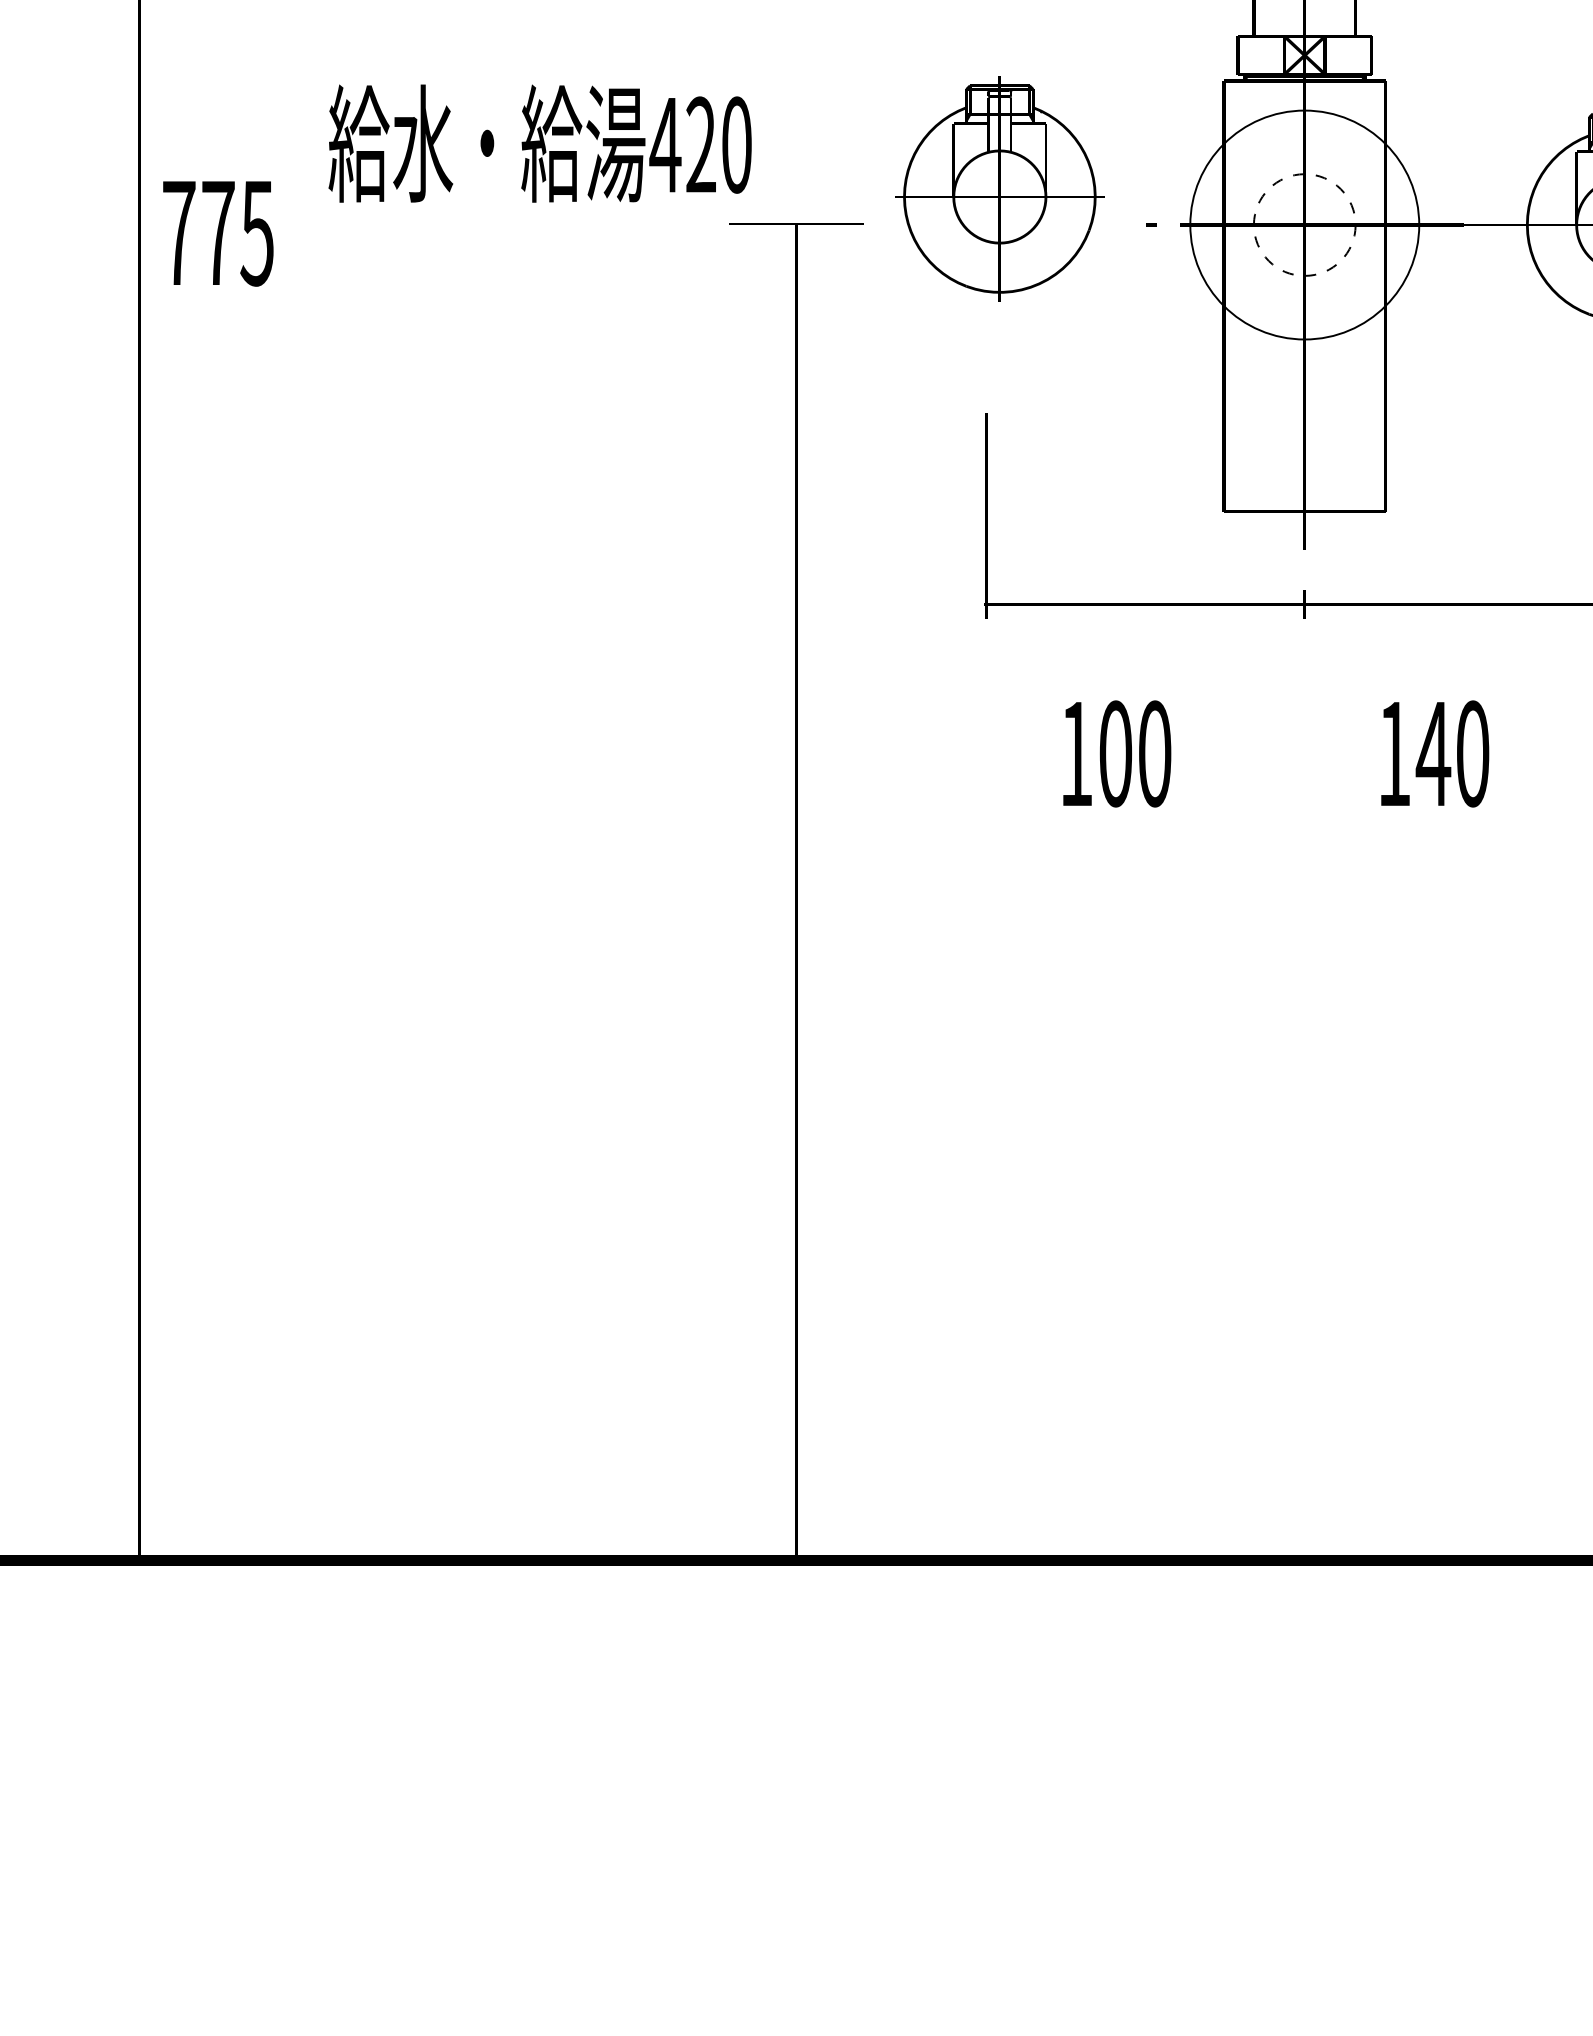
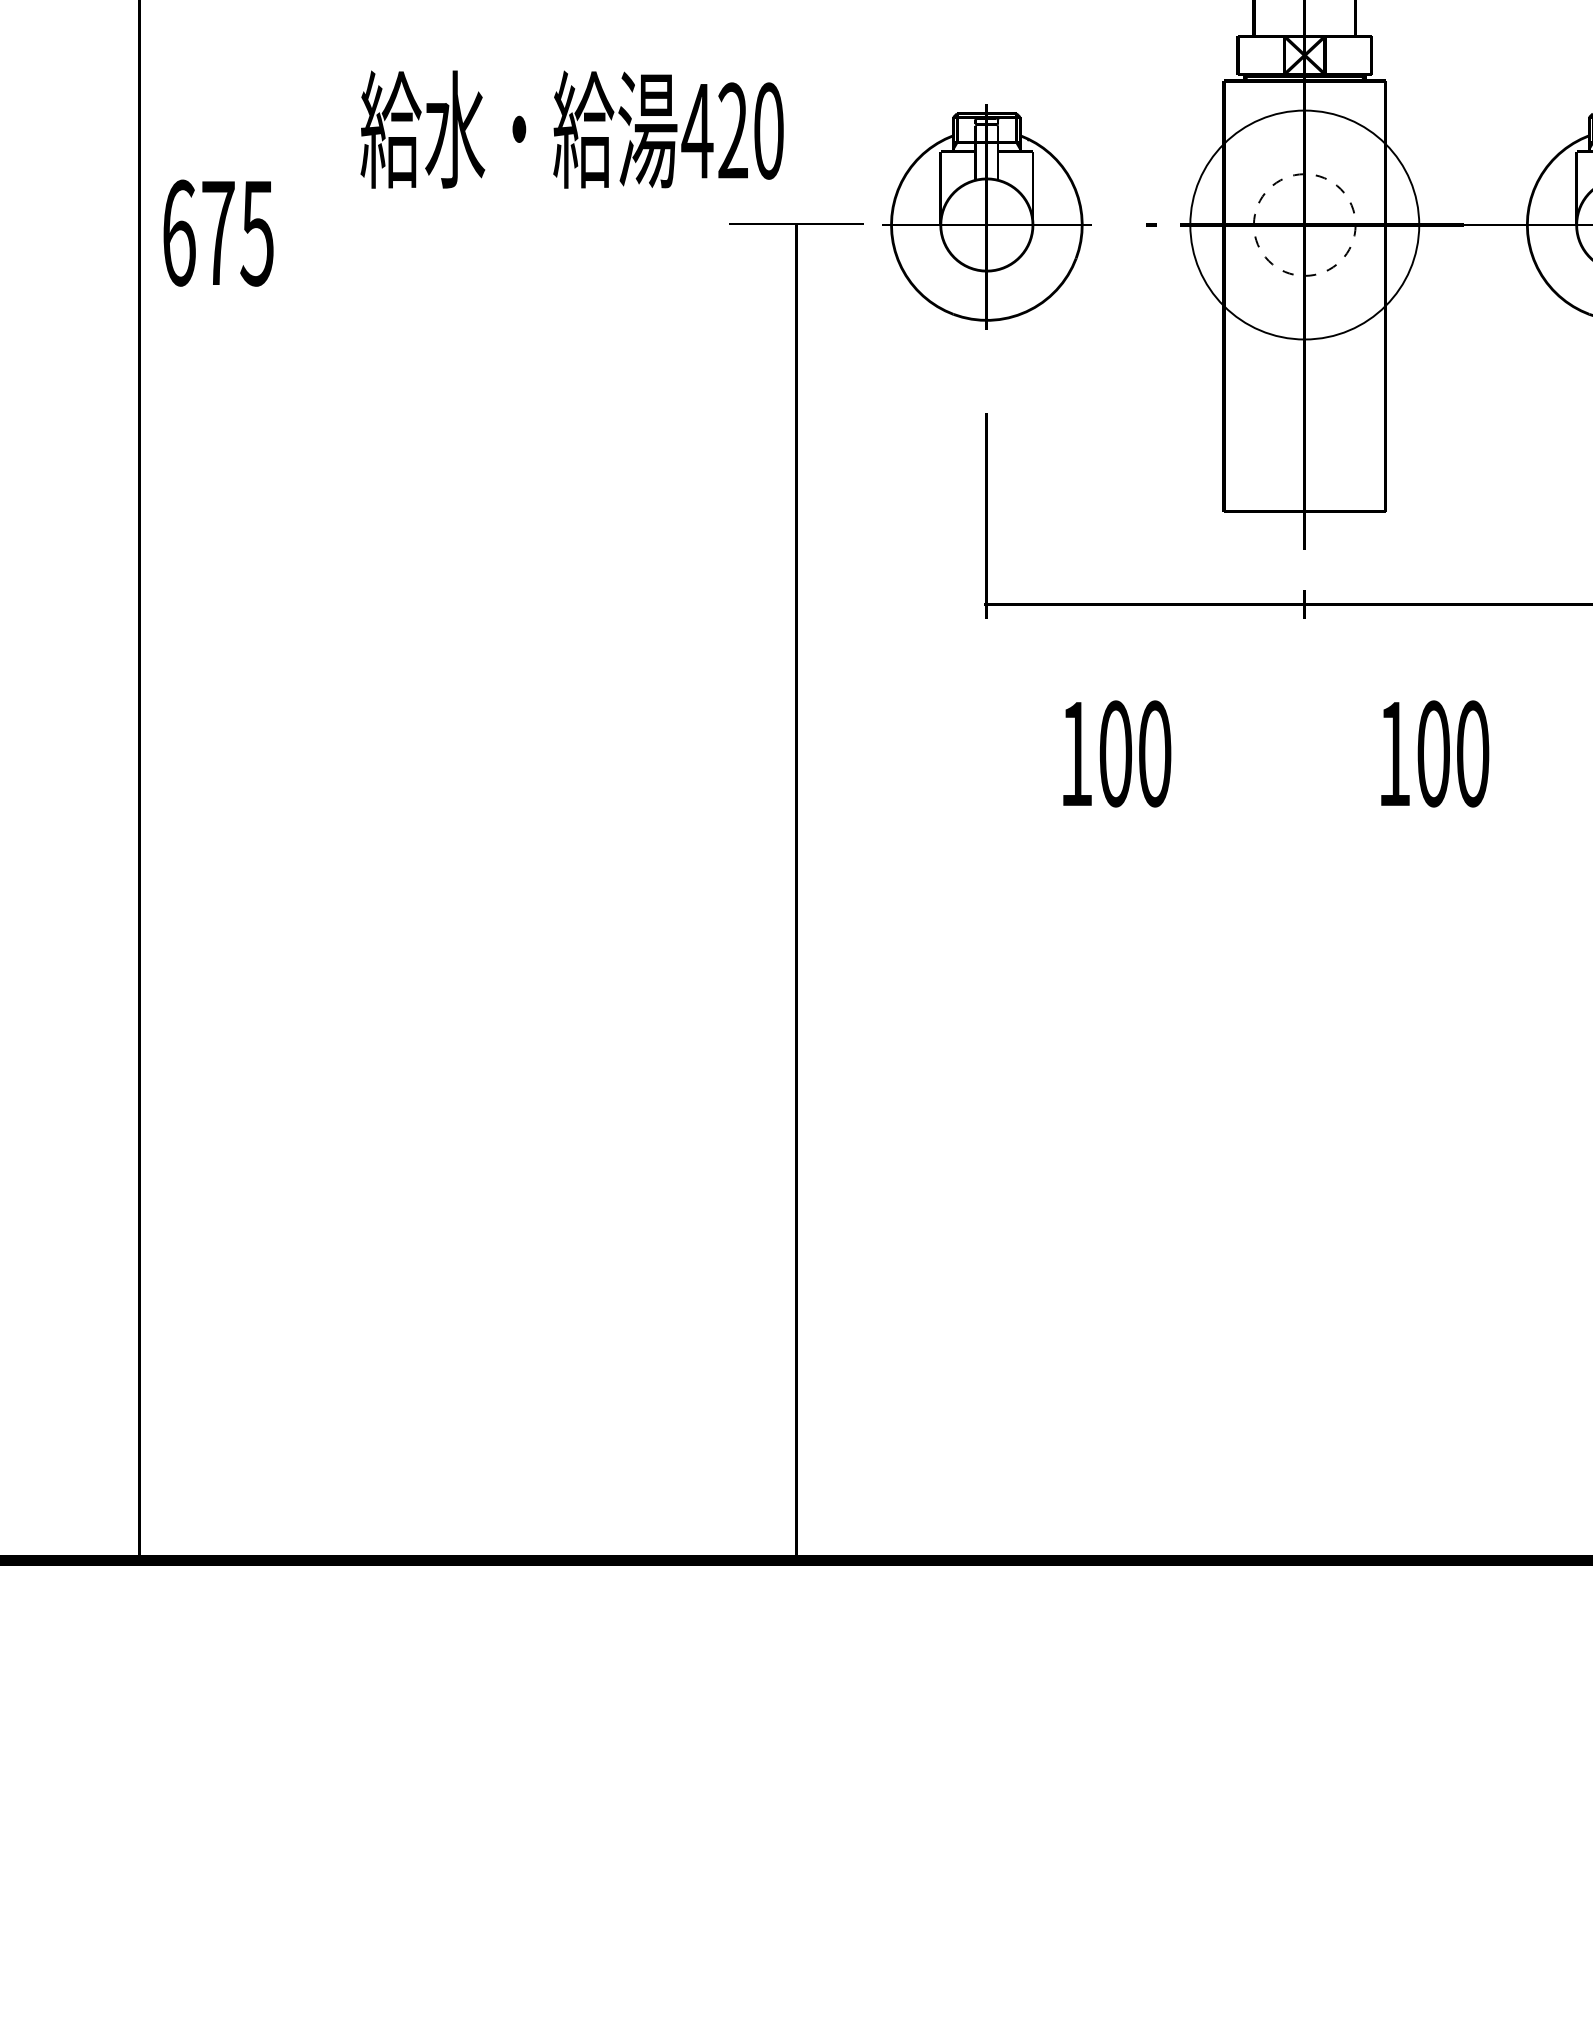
text at (539, 143) position: (539, 143) -> (571, 129)
part at (999, 188) position: (999, 188) -> (986, 216)
text at (179, 232): 775 -> 675
text at (1433, 753): 140 -> 100
